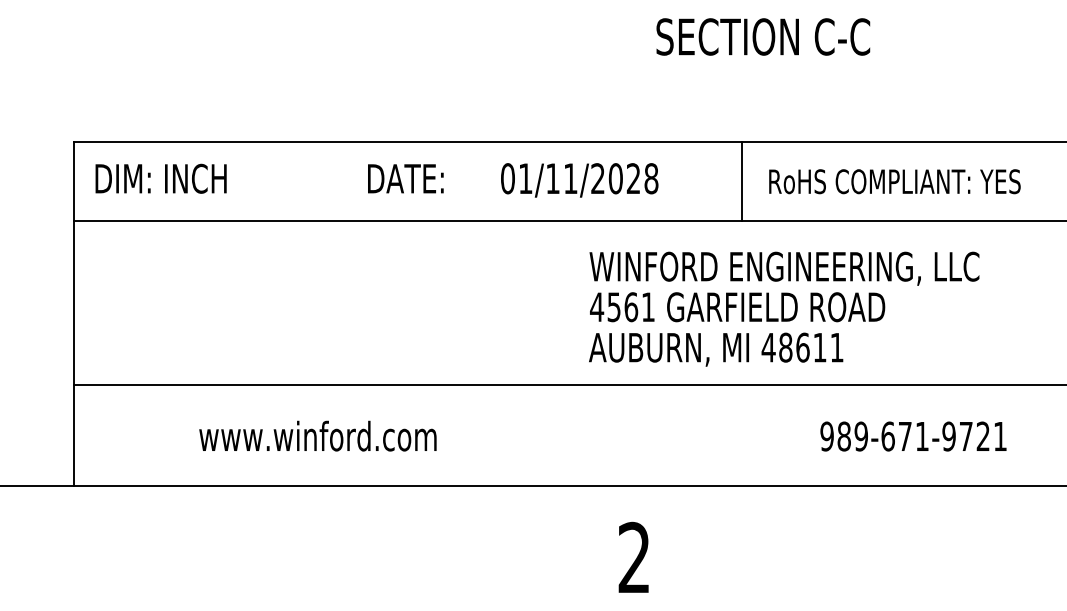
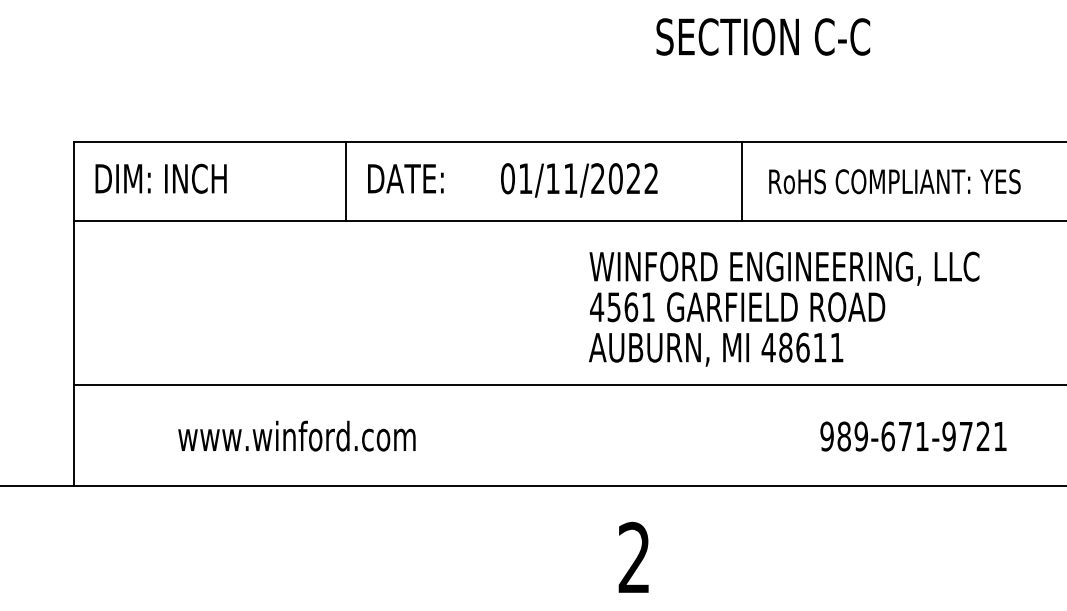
text at (651, 178): 01/11/2028 -> 01/11/2022
line at (345, 181): none -> present
text at (317, 435) position: (317, 435) -> (296, 435)
